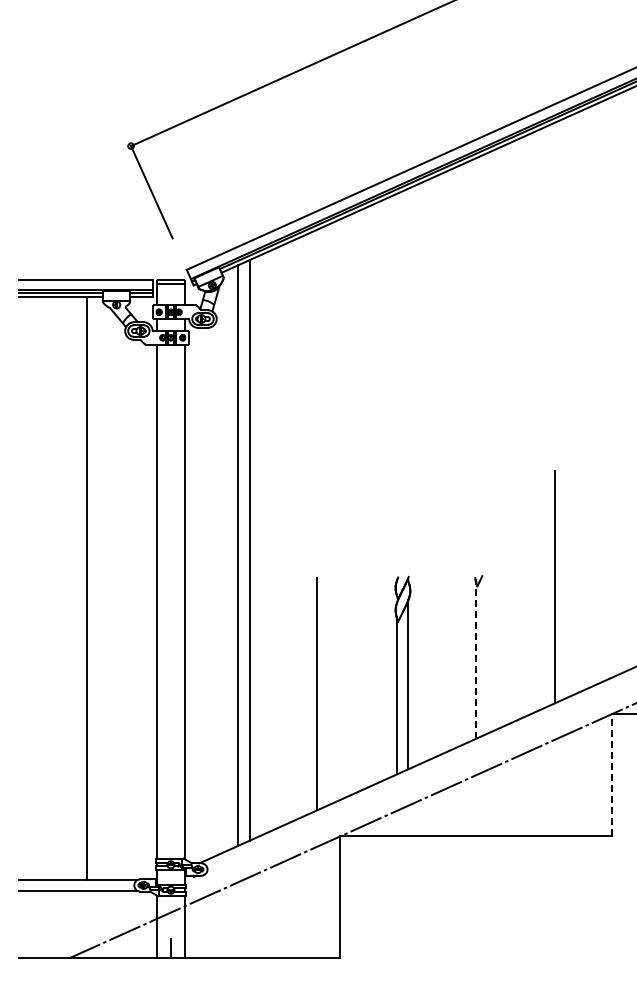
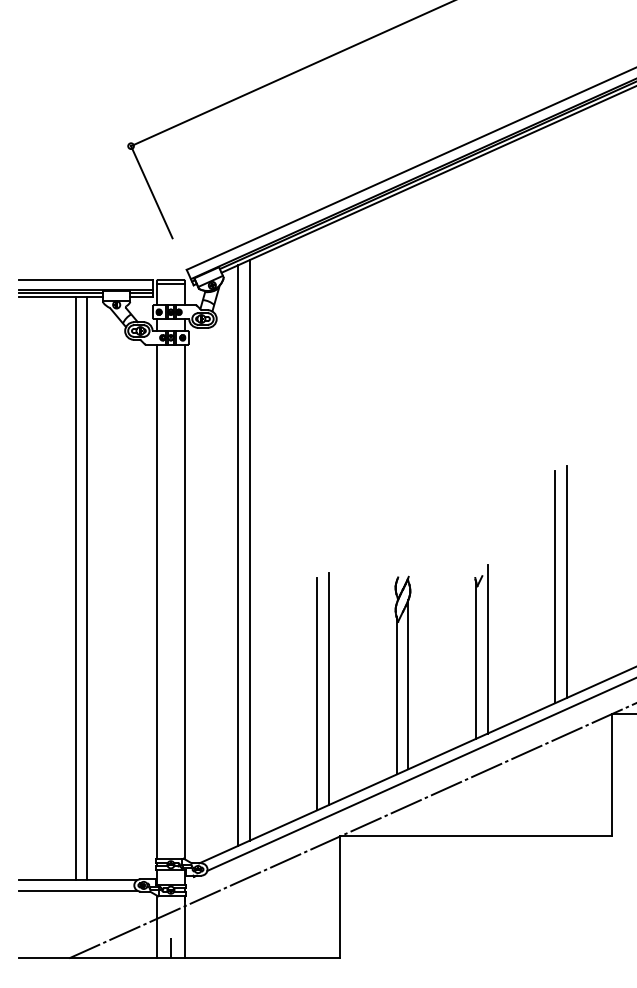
line at (566, 581): none -> present
line at (75, 588): none -> present
line at (487, 648): none -> present
line at (476, 659): dashed -> solid
line at (328, 688): none -> present
line at (420, 774): none -> present
line at (611, 774): dashed -> solid
